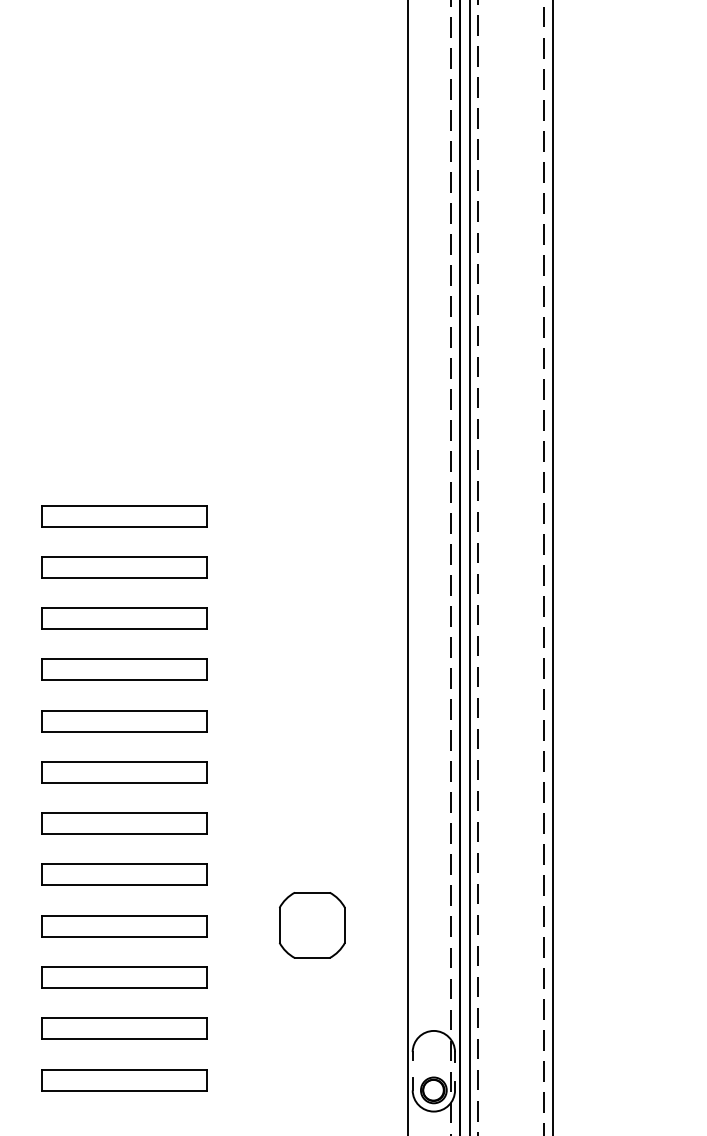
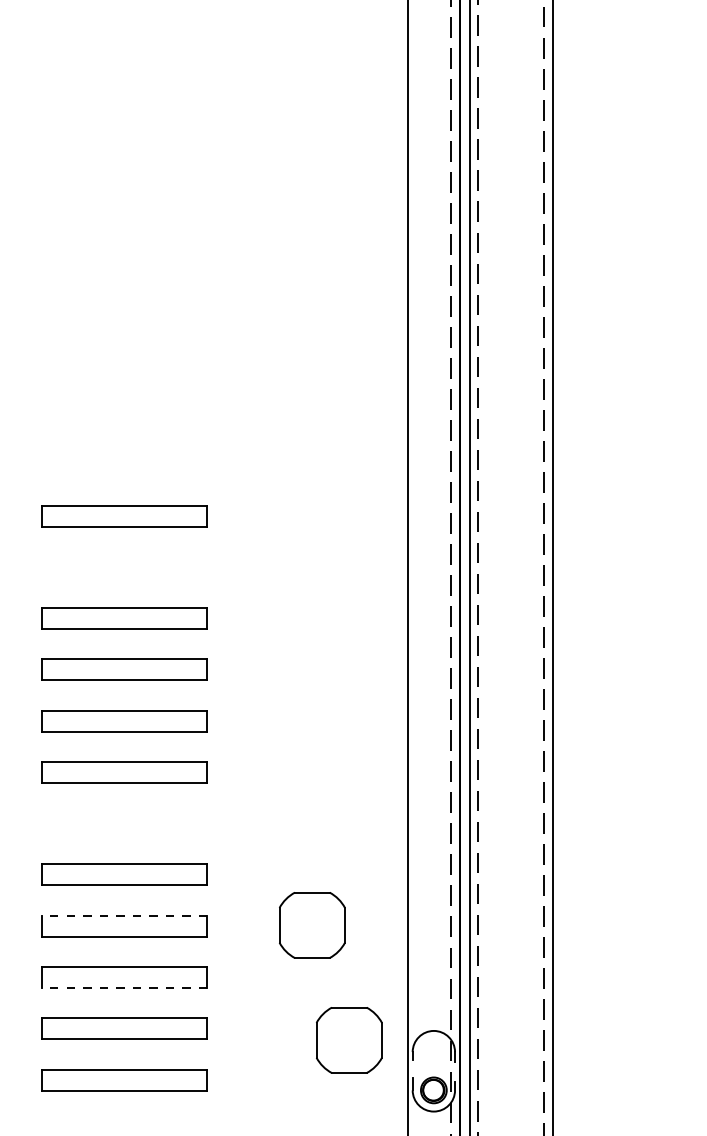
part at (124, 567): present -> none
part at (124, 823): present -> none
line at (124, 915): solid -> dashed
line at (124, 988): solid -> dashed
part at (349, 1040): none -> present
